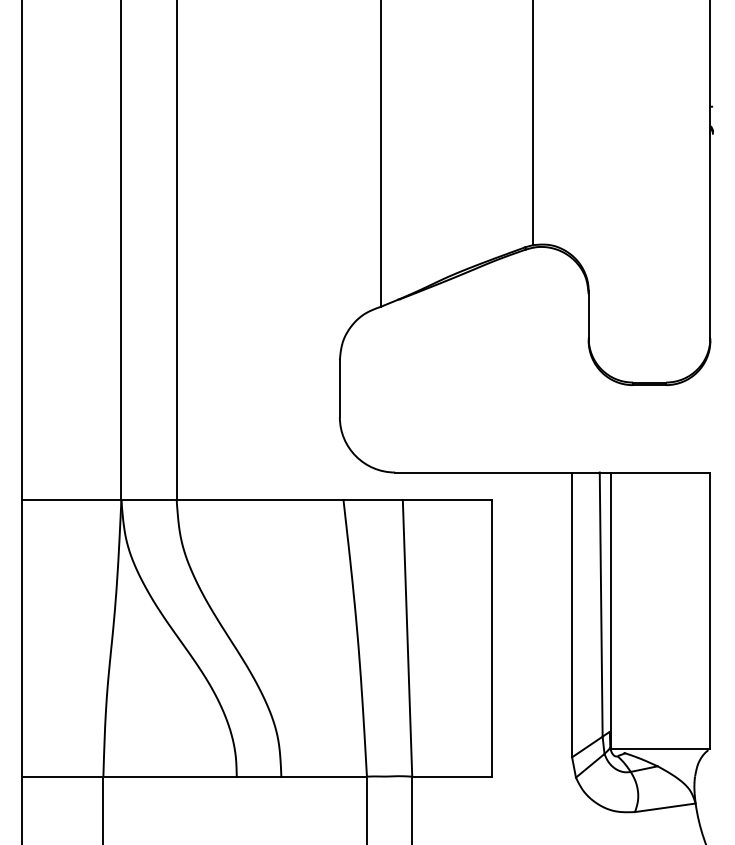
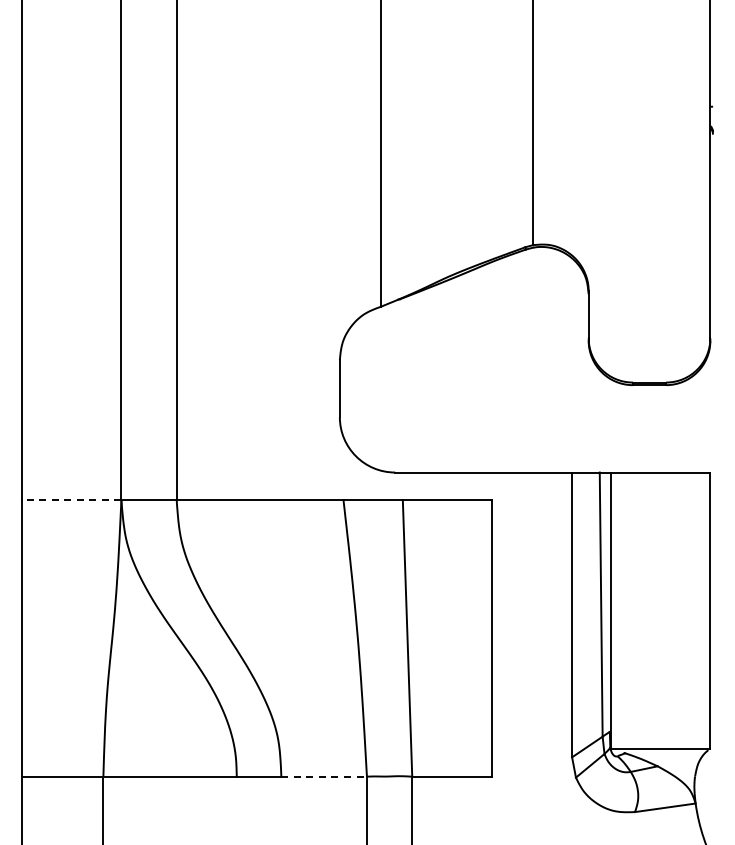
line at (71, 500): solid -> dashed
line at (324, 776): solid -> dashed
